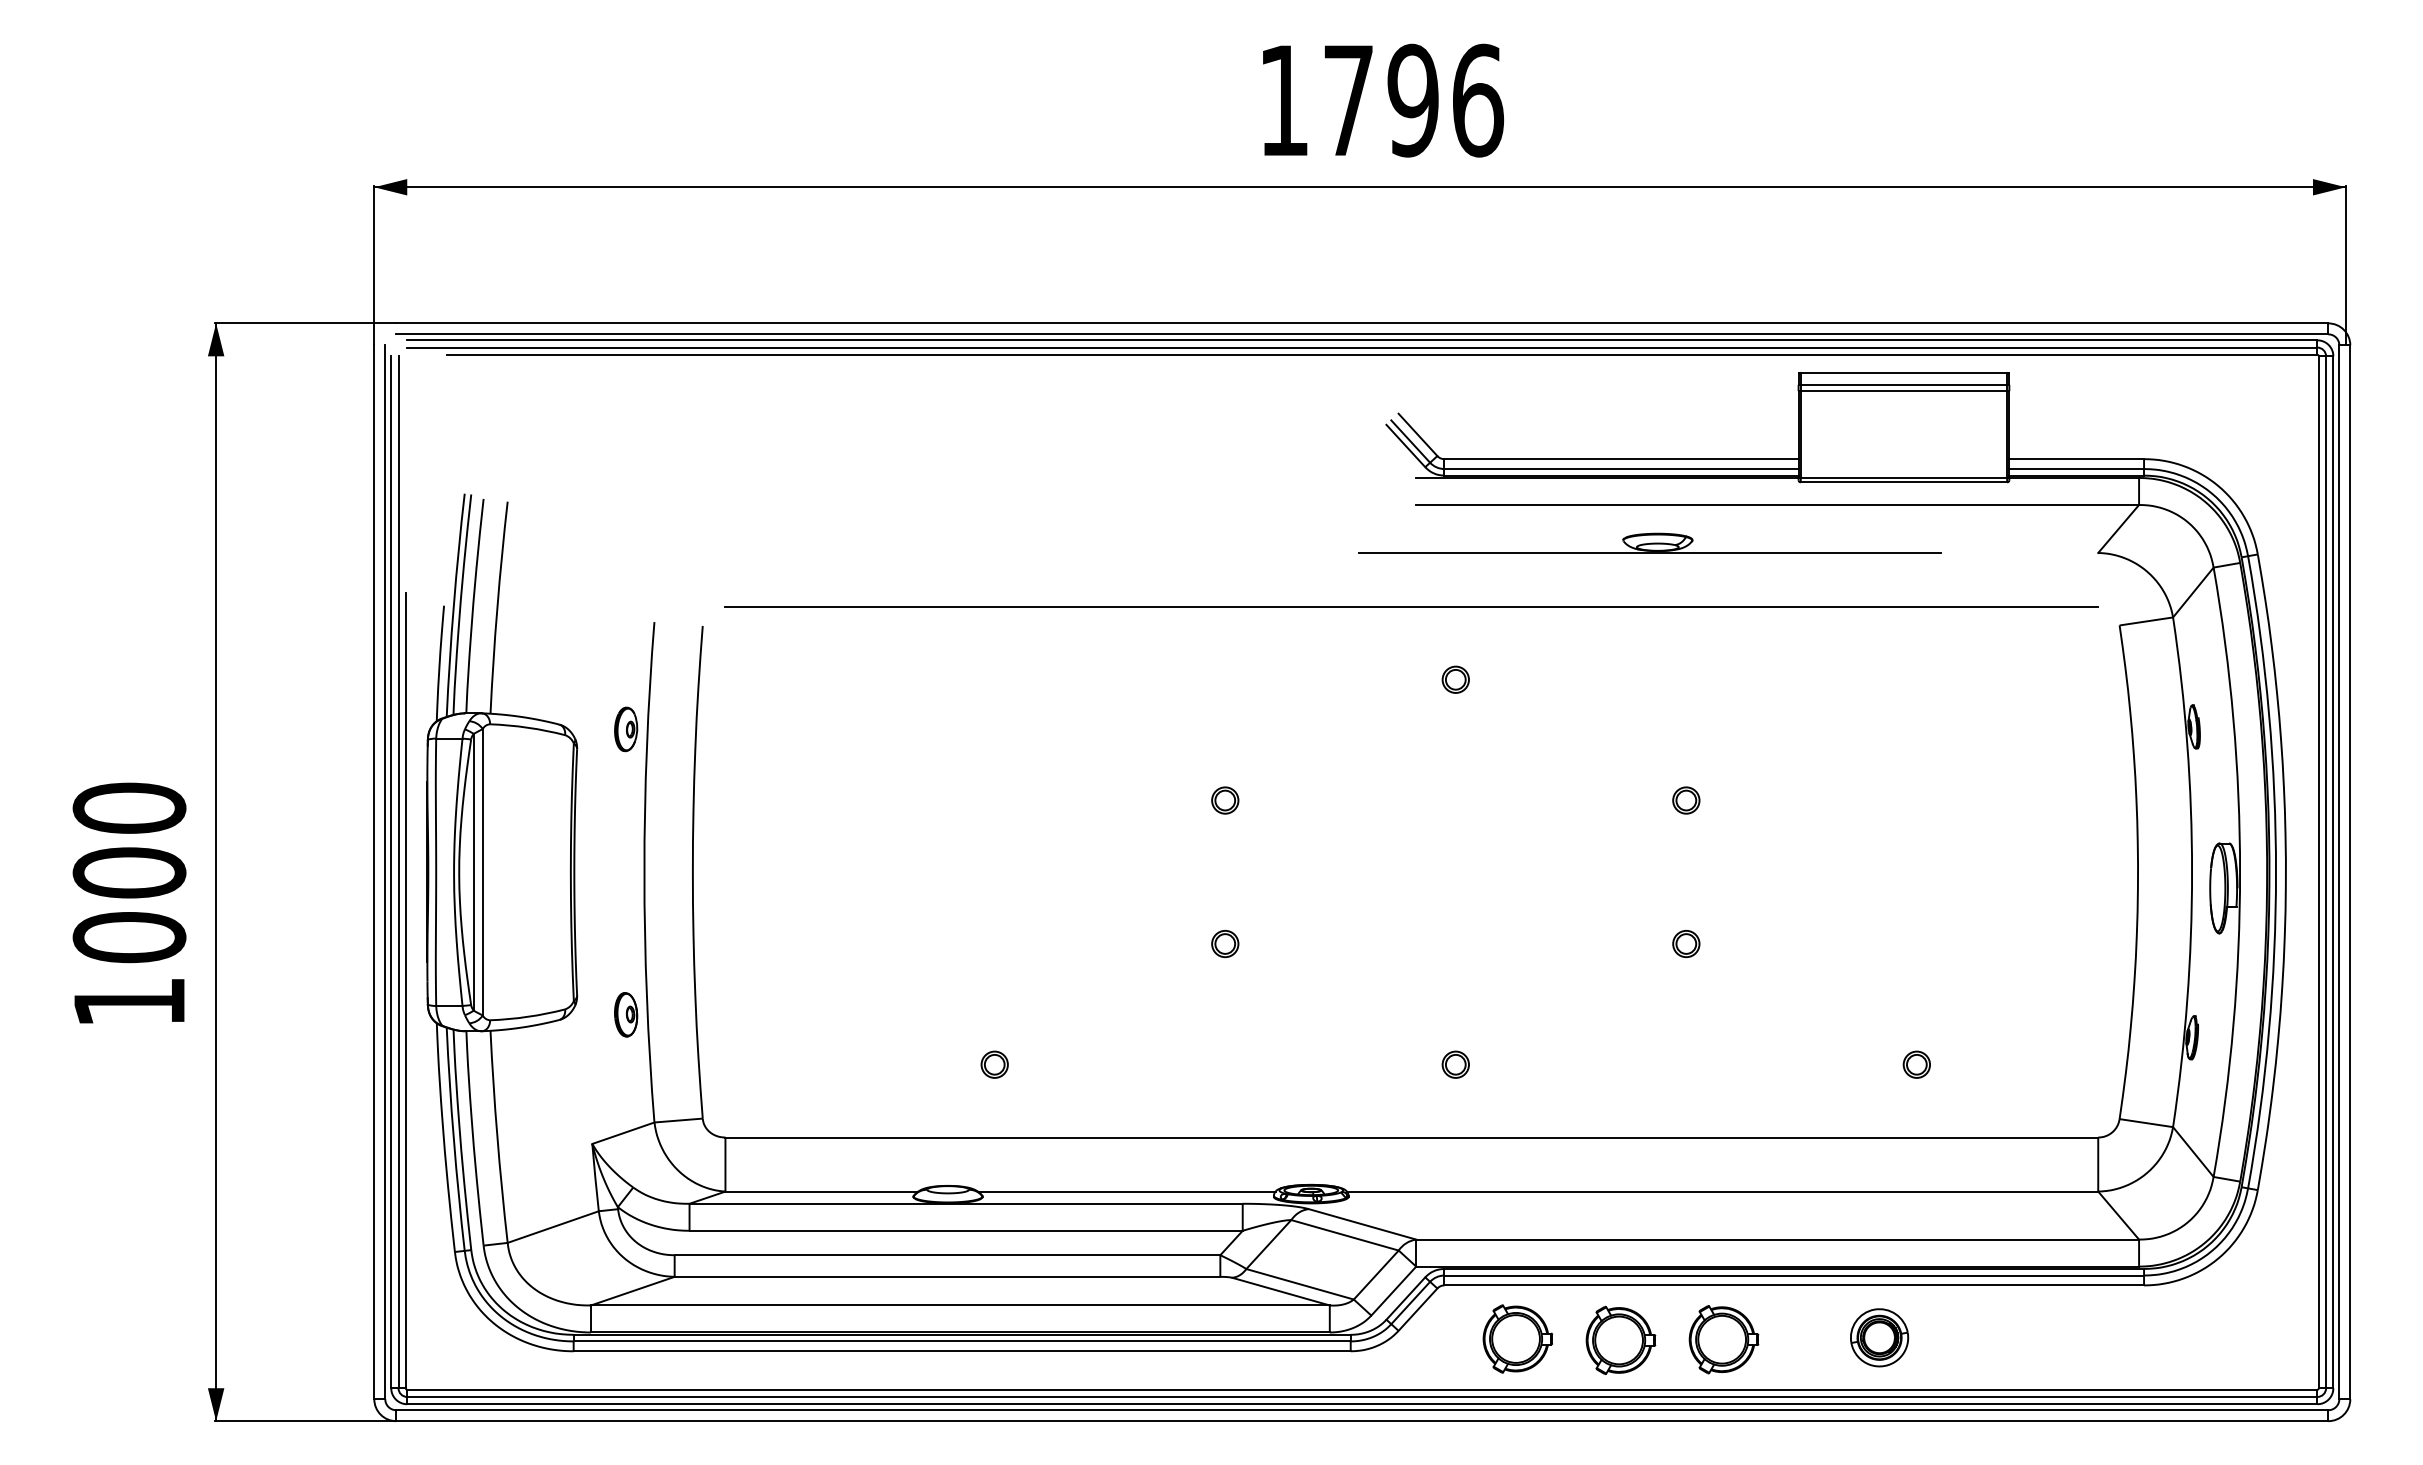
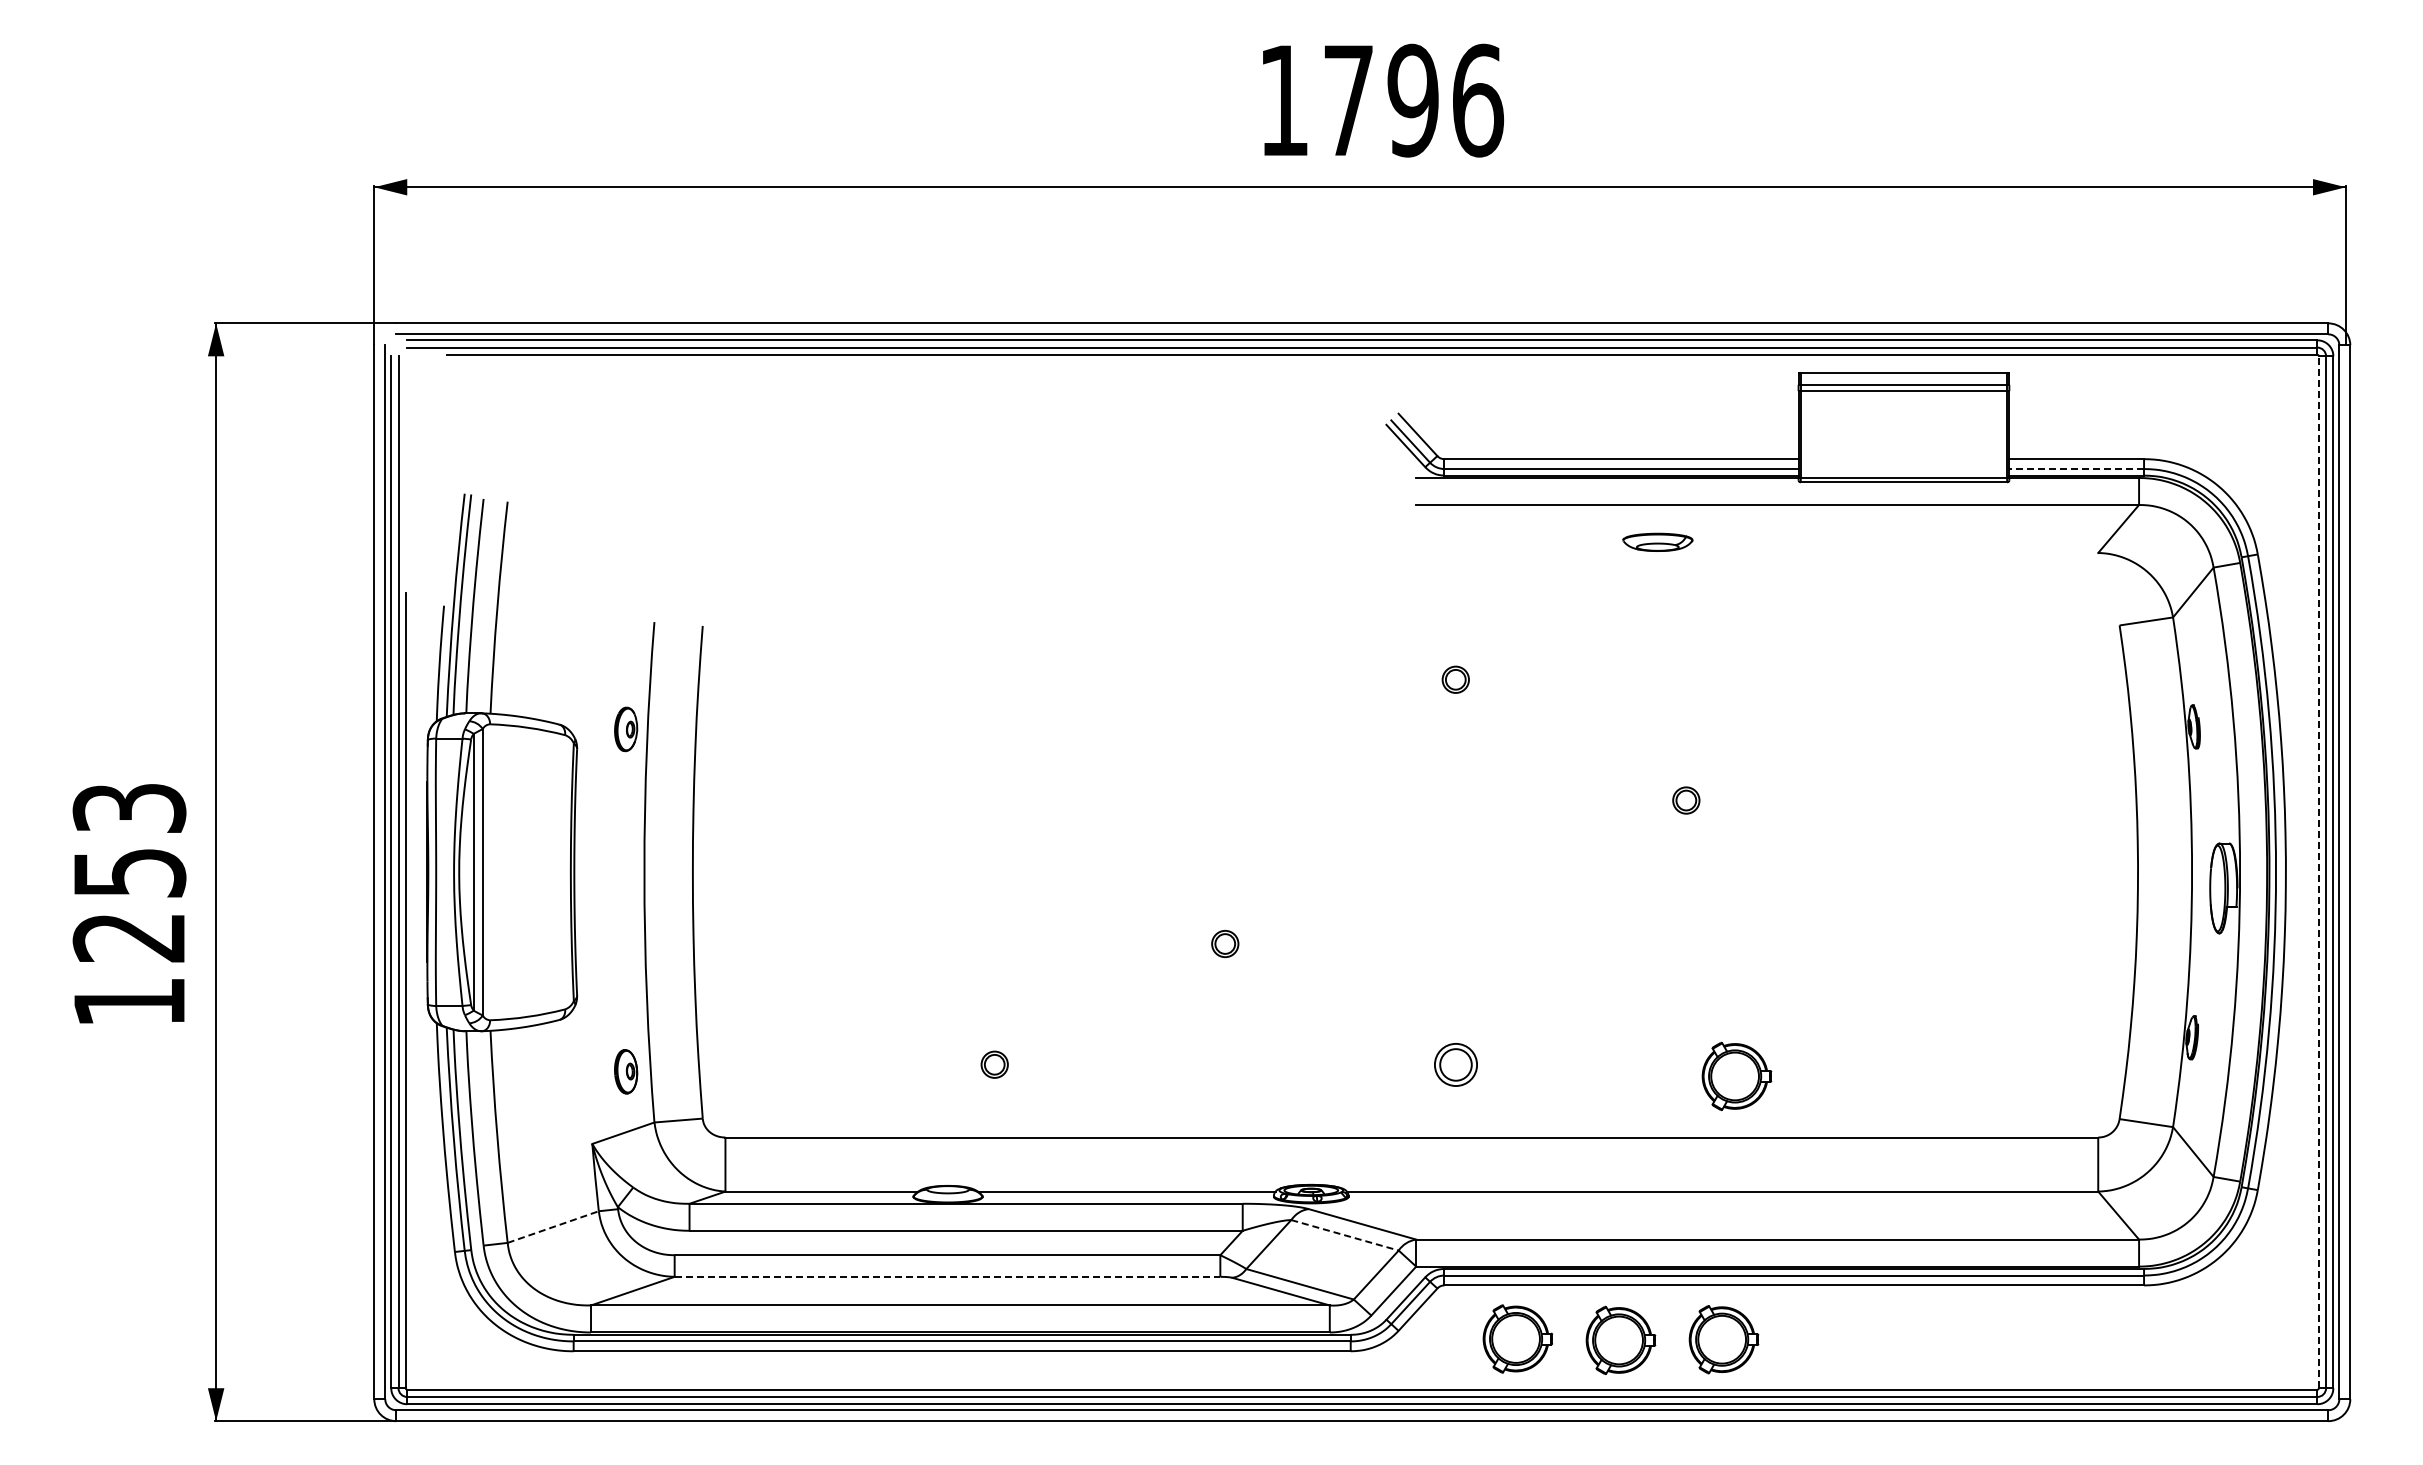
line at (2076, 469): solid -> dashed
line at (1649, 552): present -> none
line at (1411, 607): present -> none
part at (1225, 800): present -> none
text at (129, 872): 1000 -> 1253
line at (2318, 872): solid -> dashed
part at (1686, 944): present -> none
part at (626, 1014) position: (626, 1014) -> (626, 1071)
part at (1455, 1064) size: 29x29 px -> 44x44 px
part at (1916, 1064): present -> none
part at (1736, 1075): none -> present
line at (553, 1226): solid -> dashed
line at (1344, 1235): solid -> dashed
line at (947, 1276): solid -> dashed
part at (1879, 1337): present -> none
